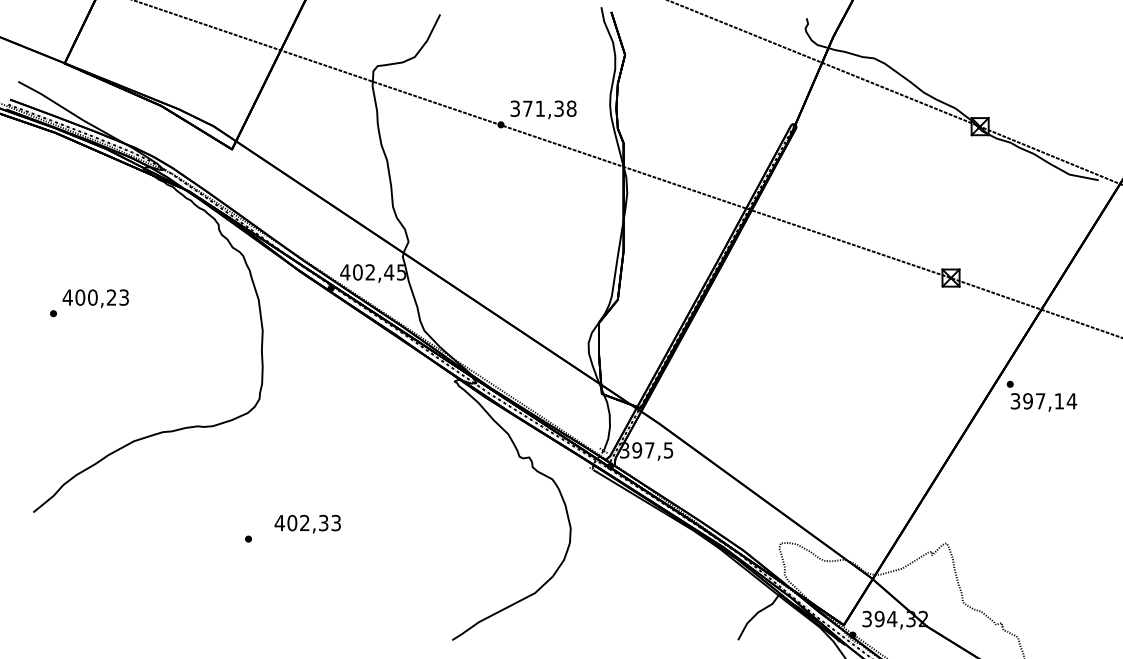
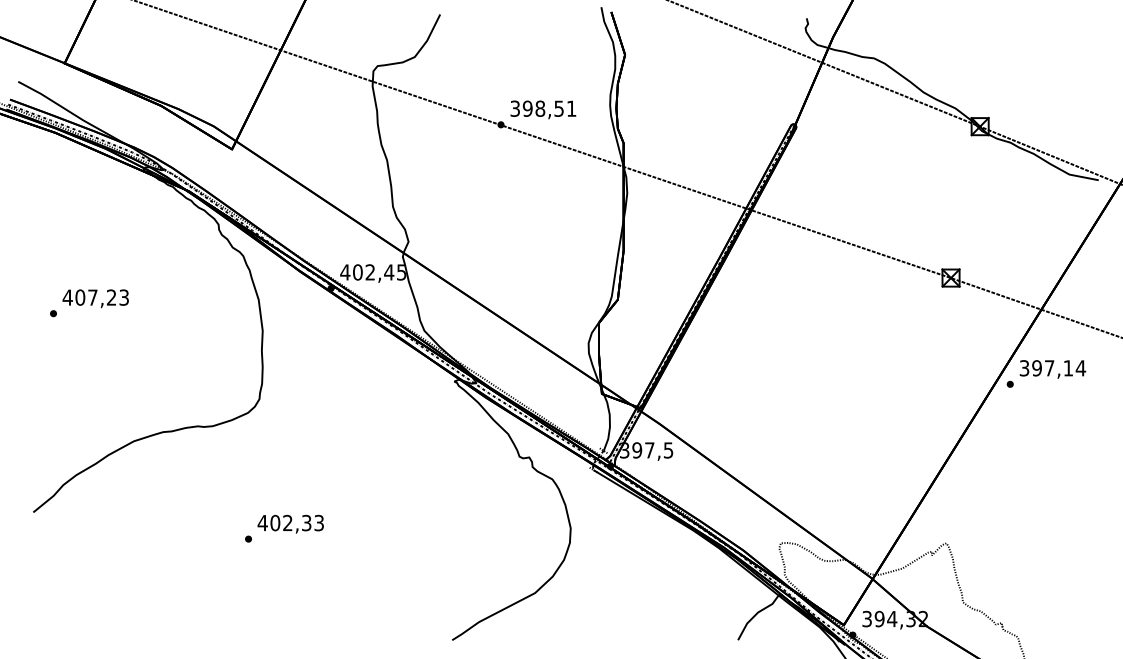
text at (549, 108): 371,38 -> 398,51
text at (92, 297): 400,23 -> 407,23
text at (1043, 402) position: (1043, 402) -> (1052, 369)
text at (307, 523) position: (307, 523) -> (290, 523)
